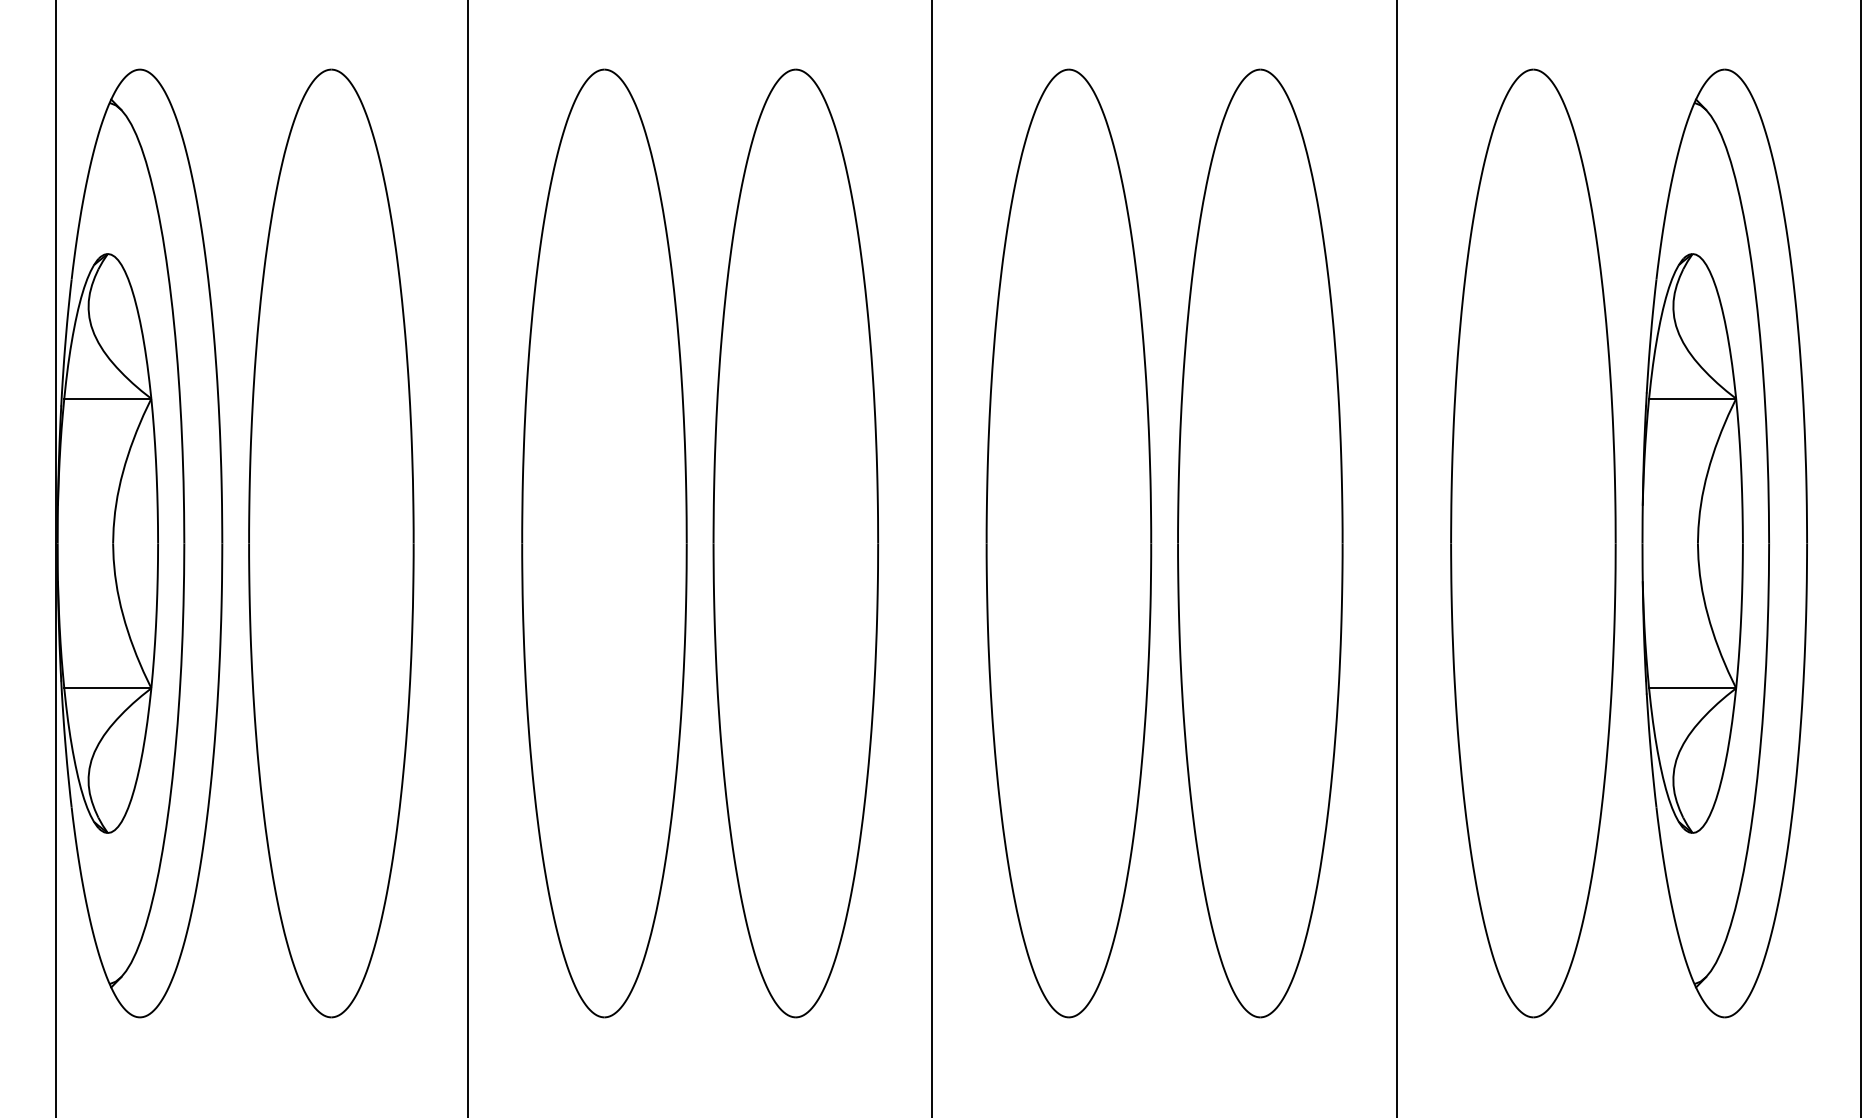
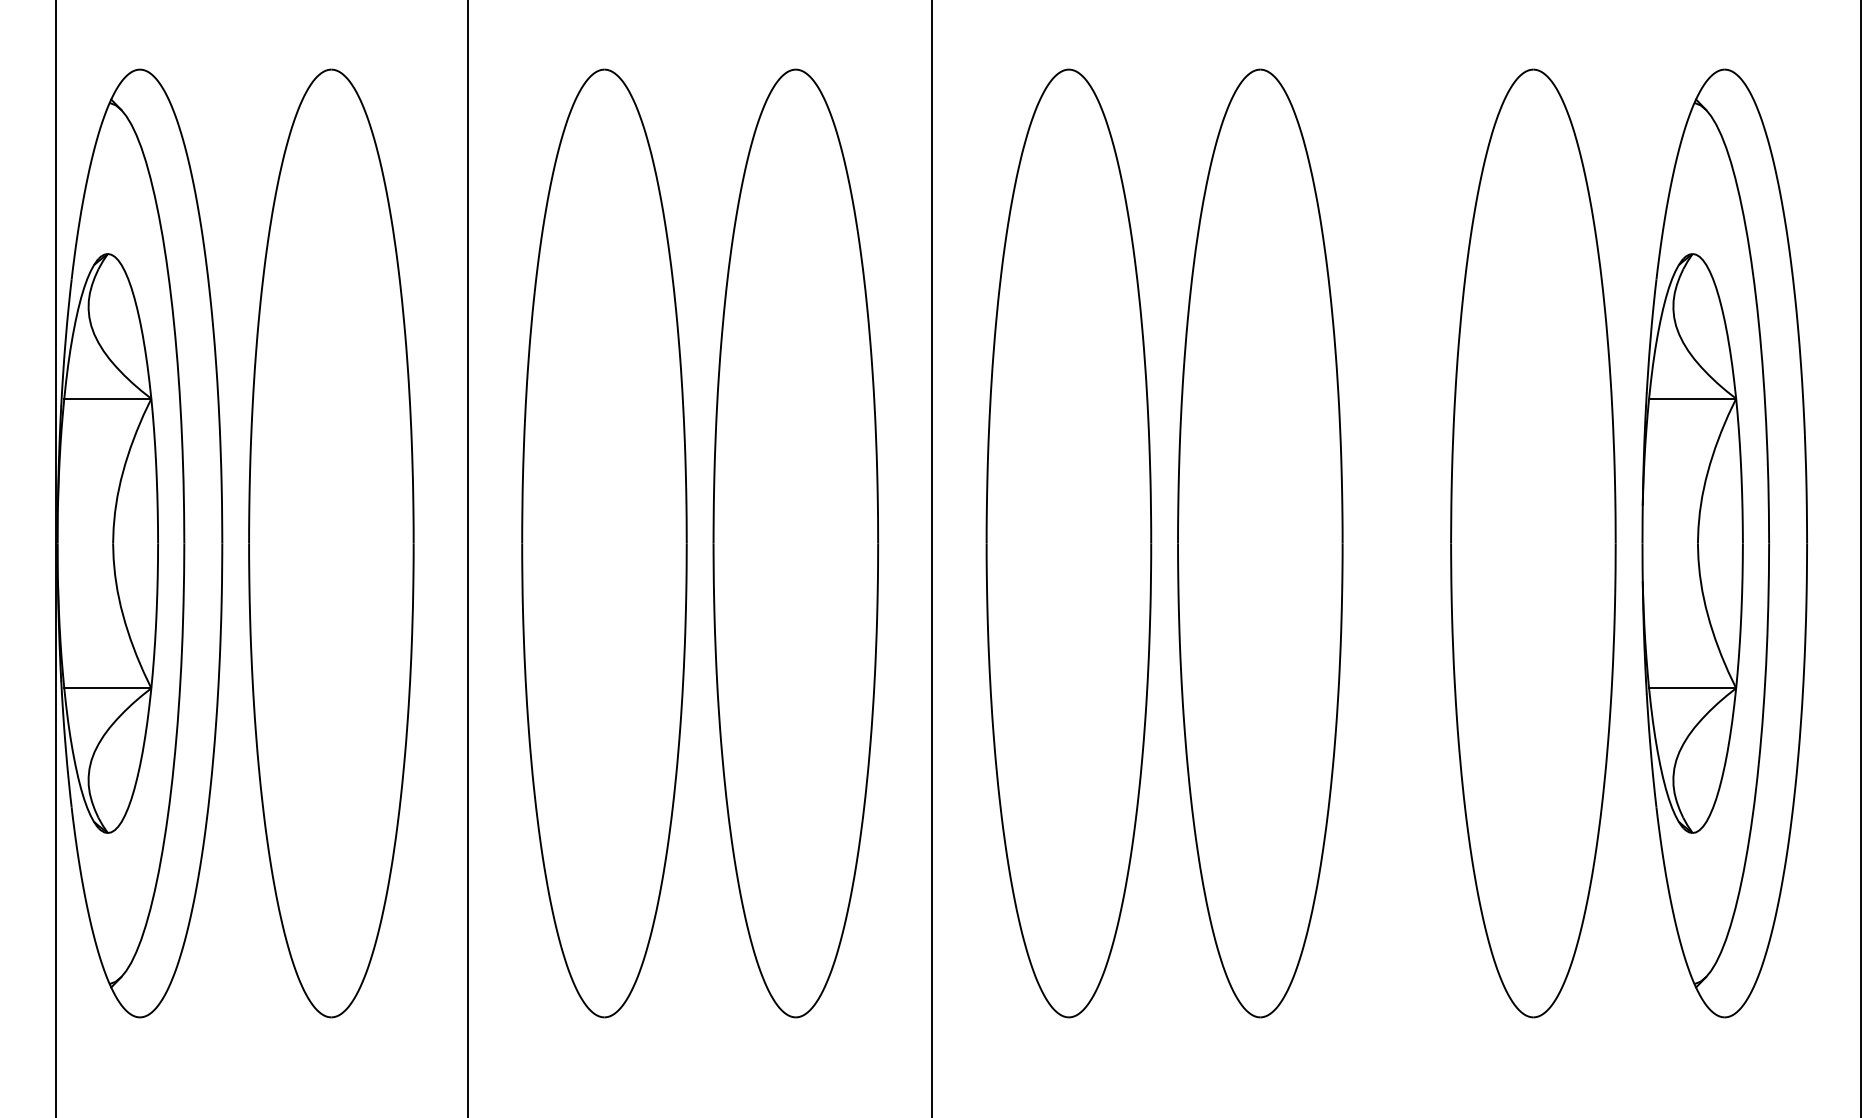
line at (1396, 558): present -> none
